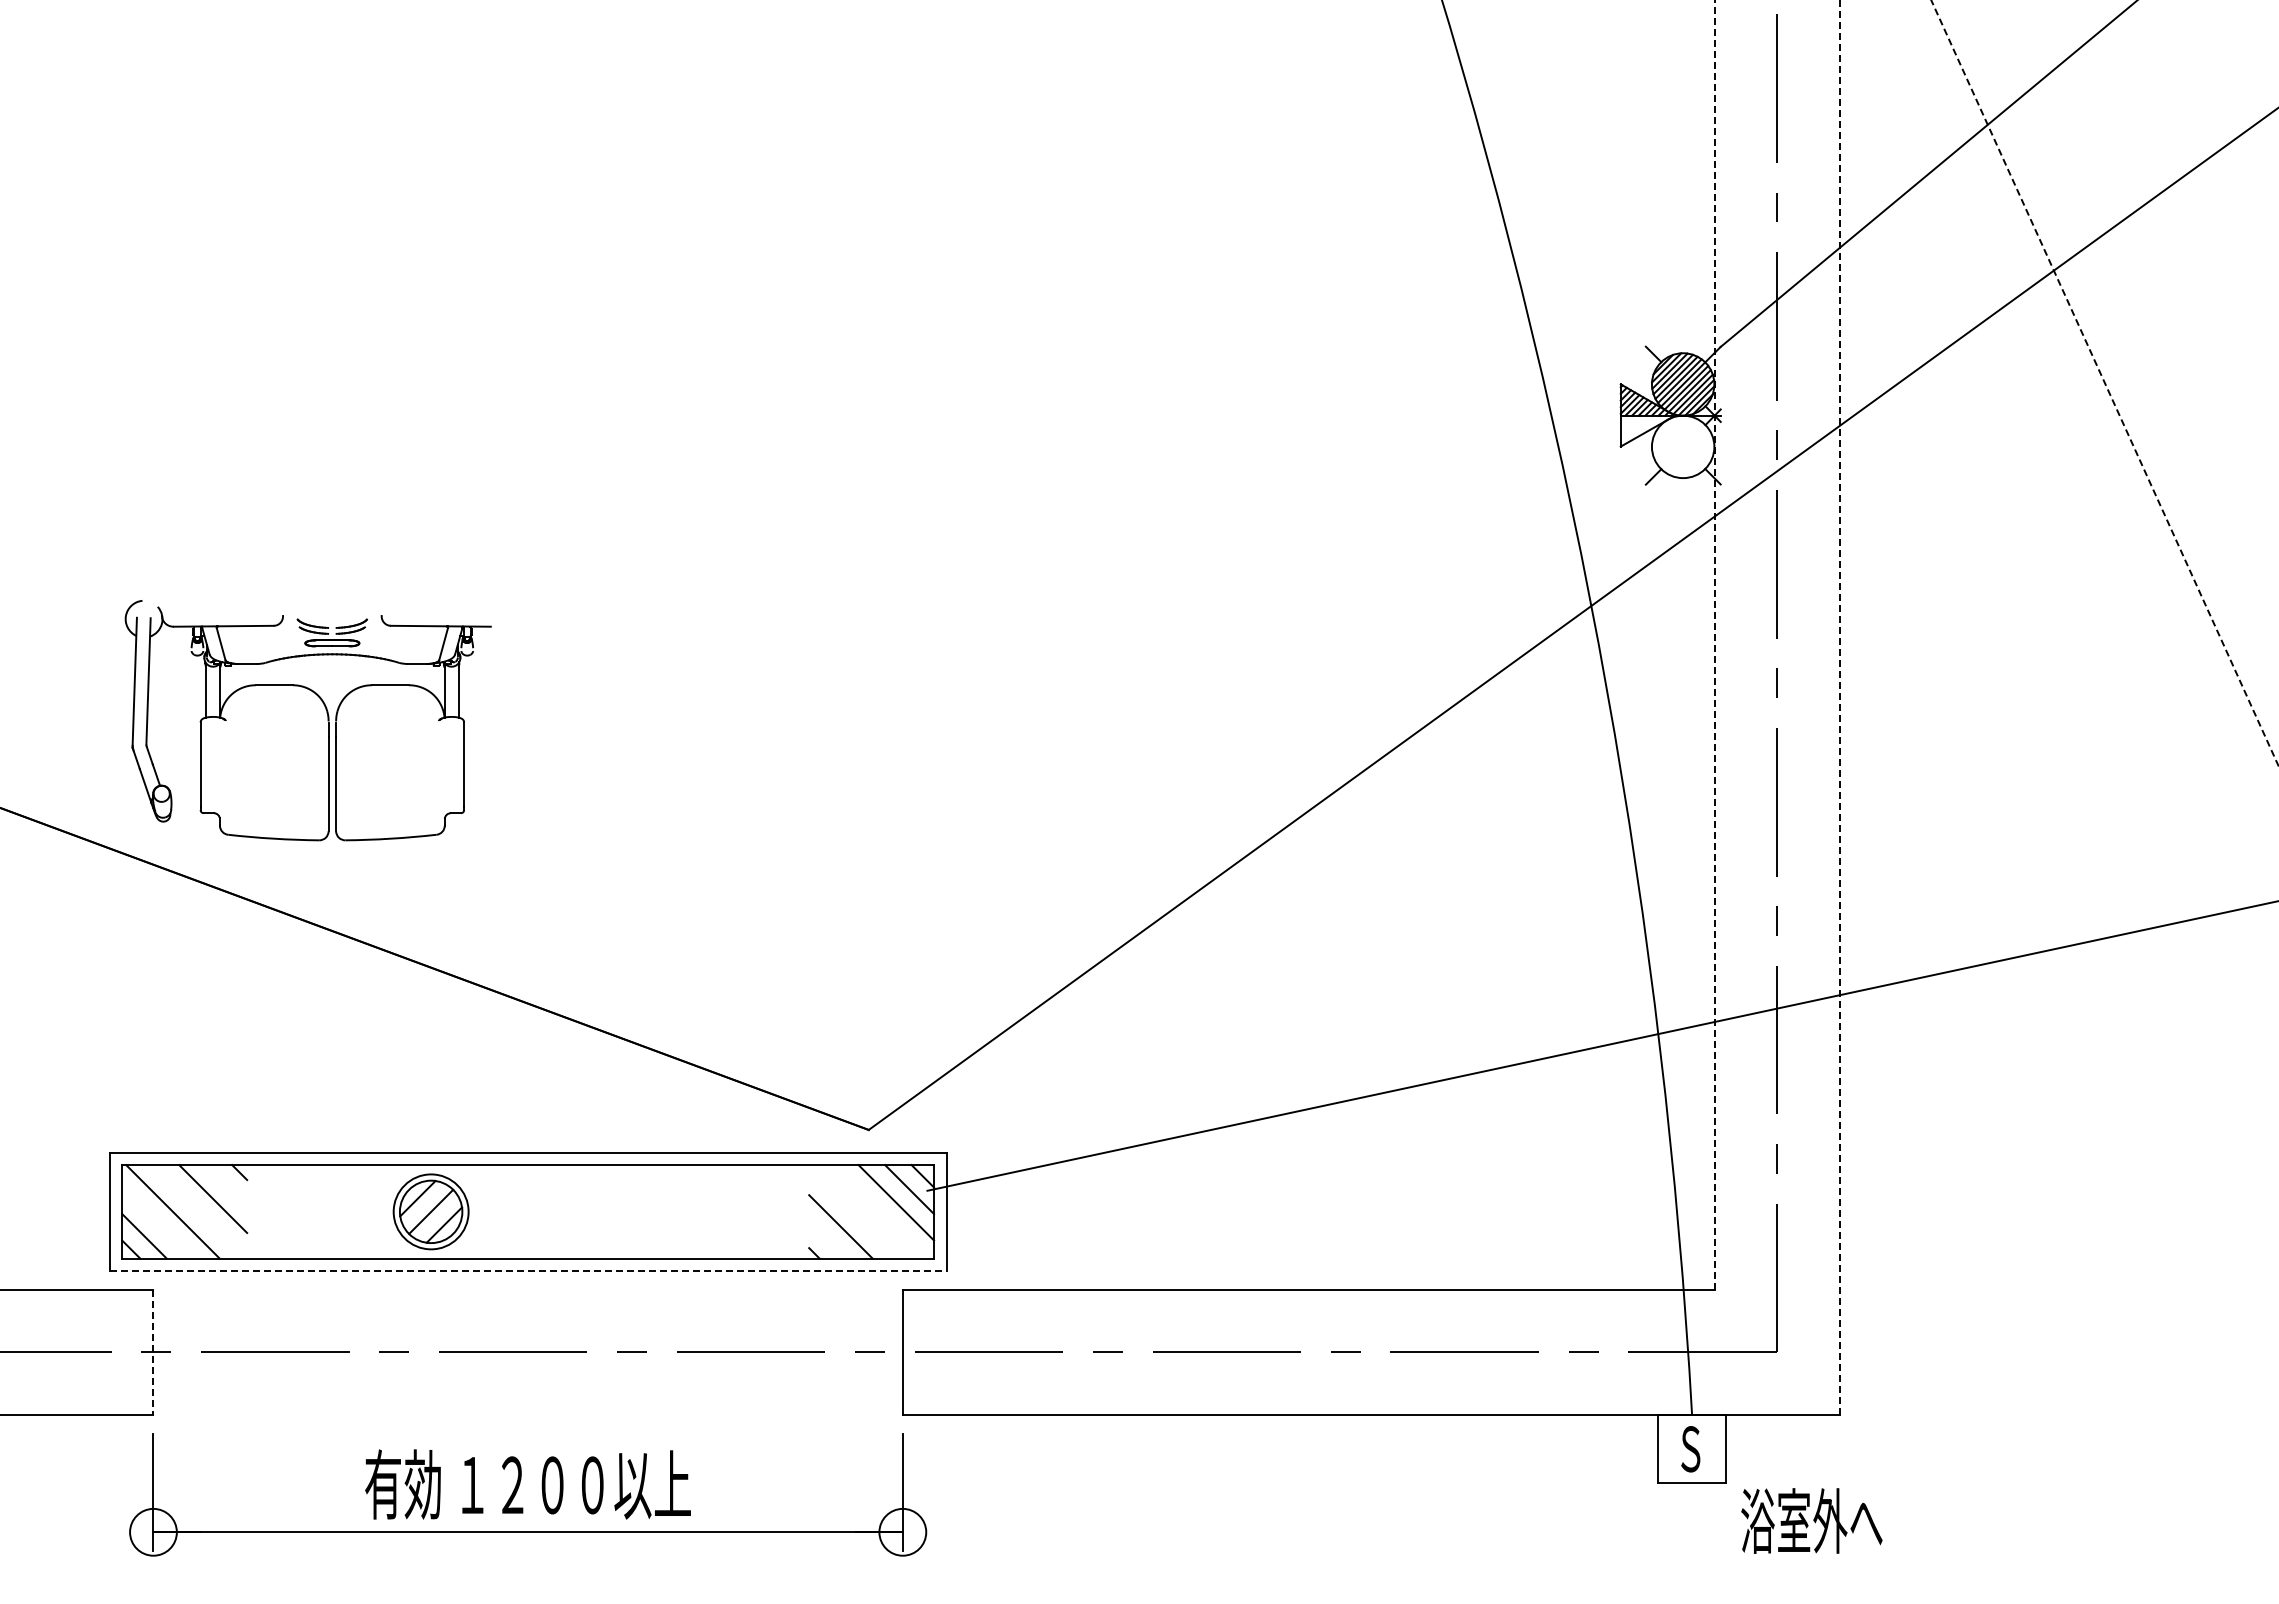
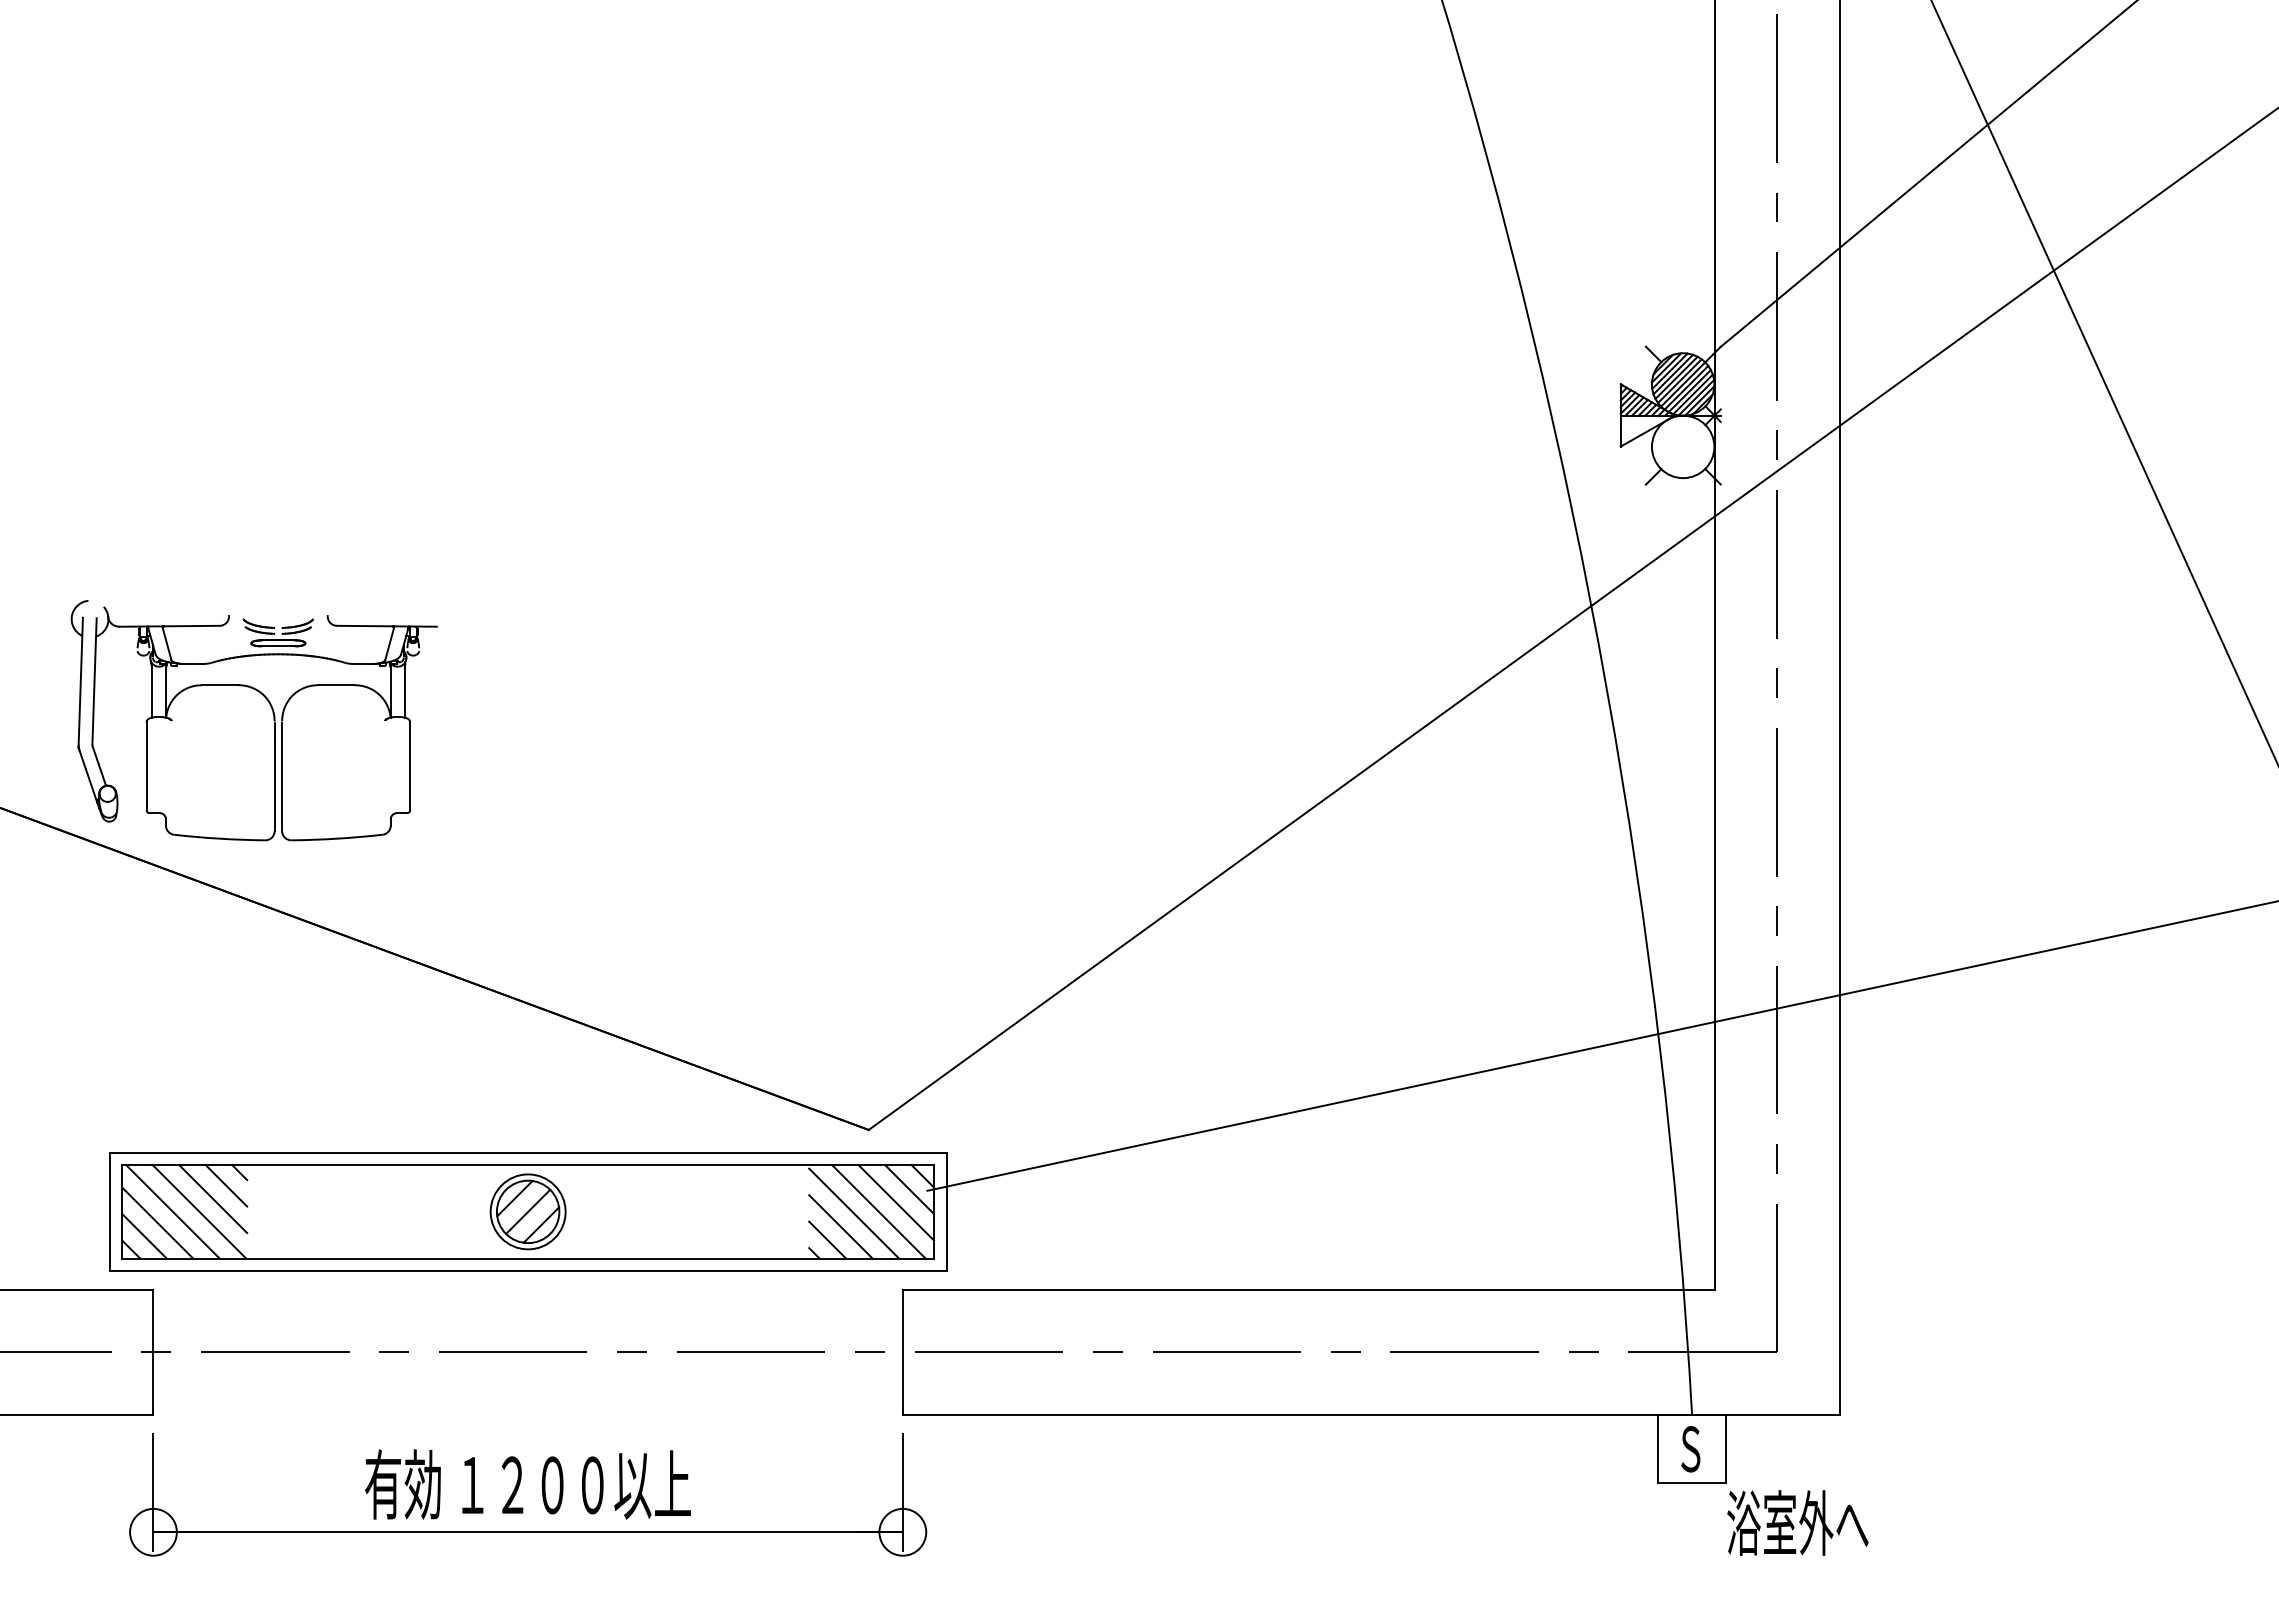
line at (2105, 383): dashed -> solid
line at (1714, 645): dashed -> solid
line at (1839, 707): dashed -> solid
part at (307, 720) position: (307, 720) -> (253, 720)
line at (226, 1185): none -> present
line at (199, 1211): none -> present
part at (430, 1211) position: (430, 1211) -> (527, 1211)
line at (878, 1211): none -> present
line at (854, 1213): none -> present
line at (157, 1222): none -> present
line at (827, 1239): none -> present
line at (528, 1271): dashed -> solid
line at (153, 1352): dashed -> solid
text at (1811, 1520) position: (1811, 1520) -> (1797, 1522)
